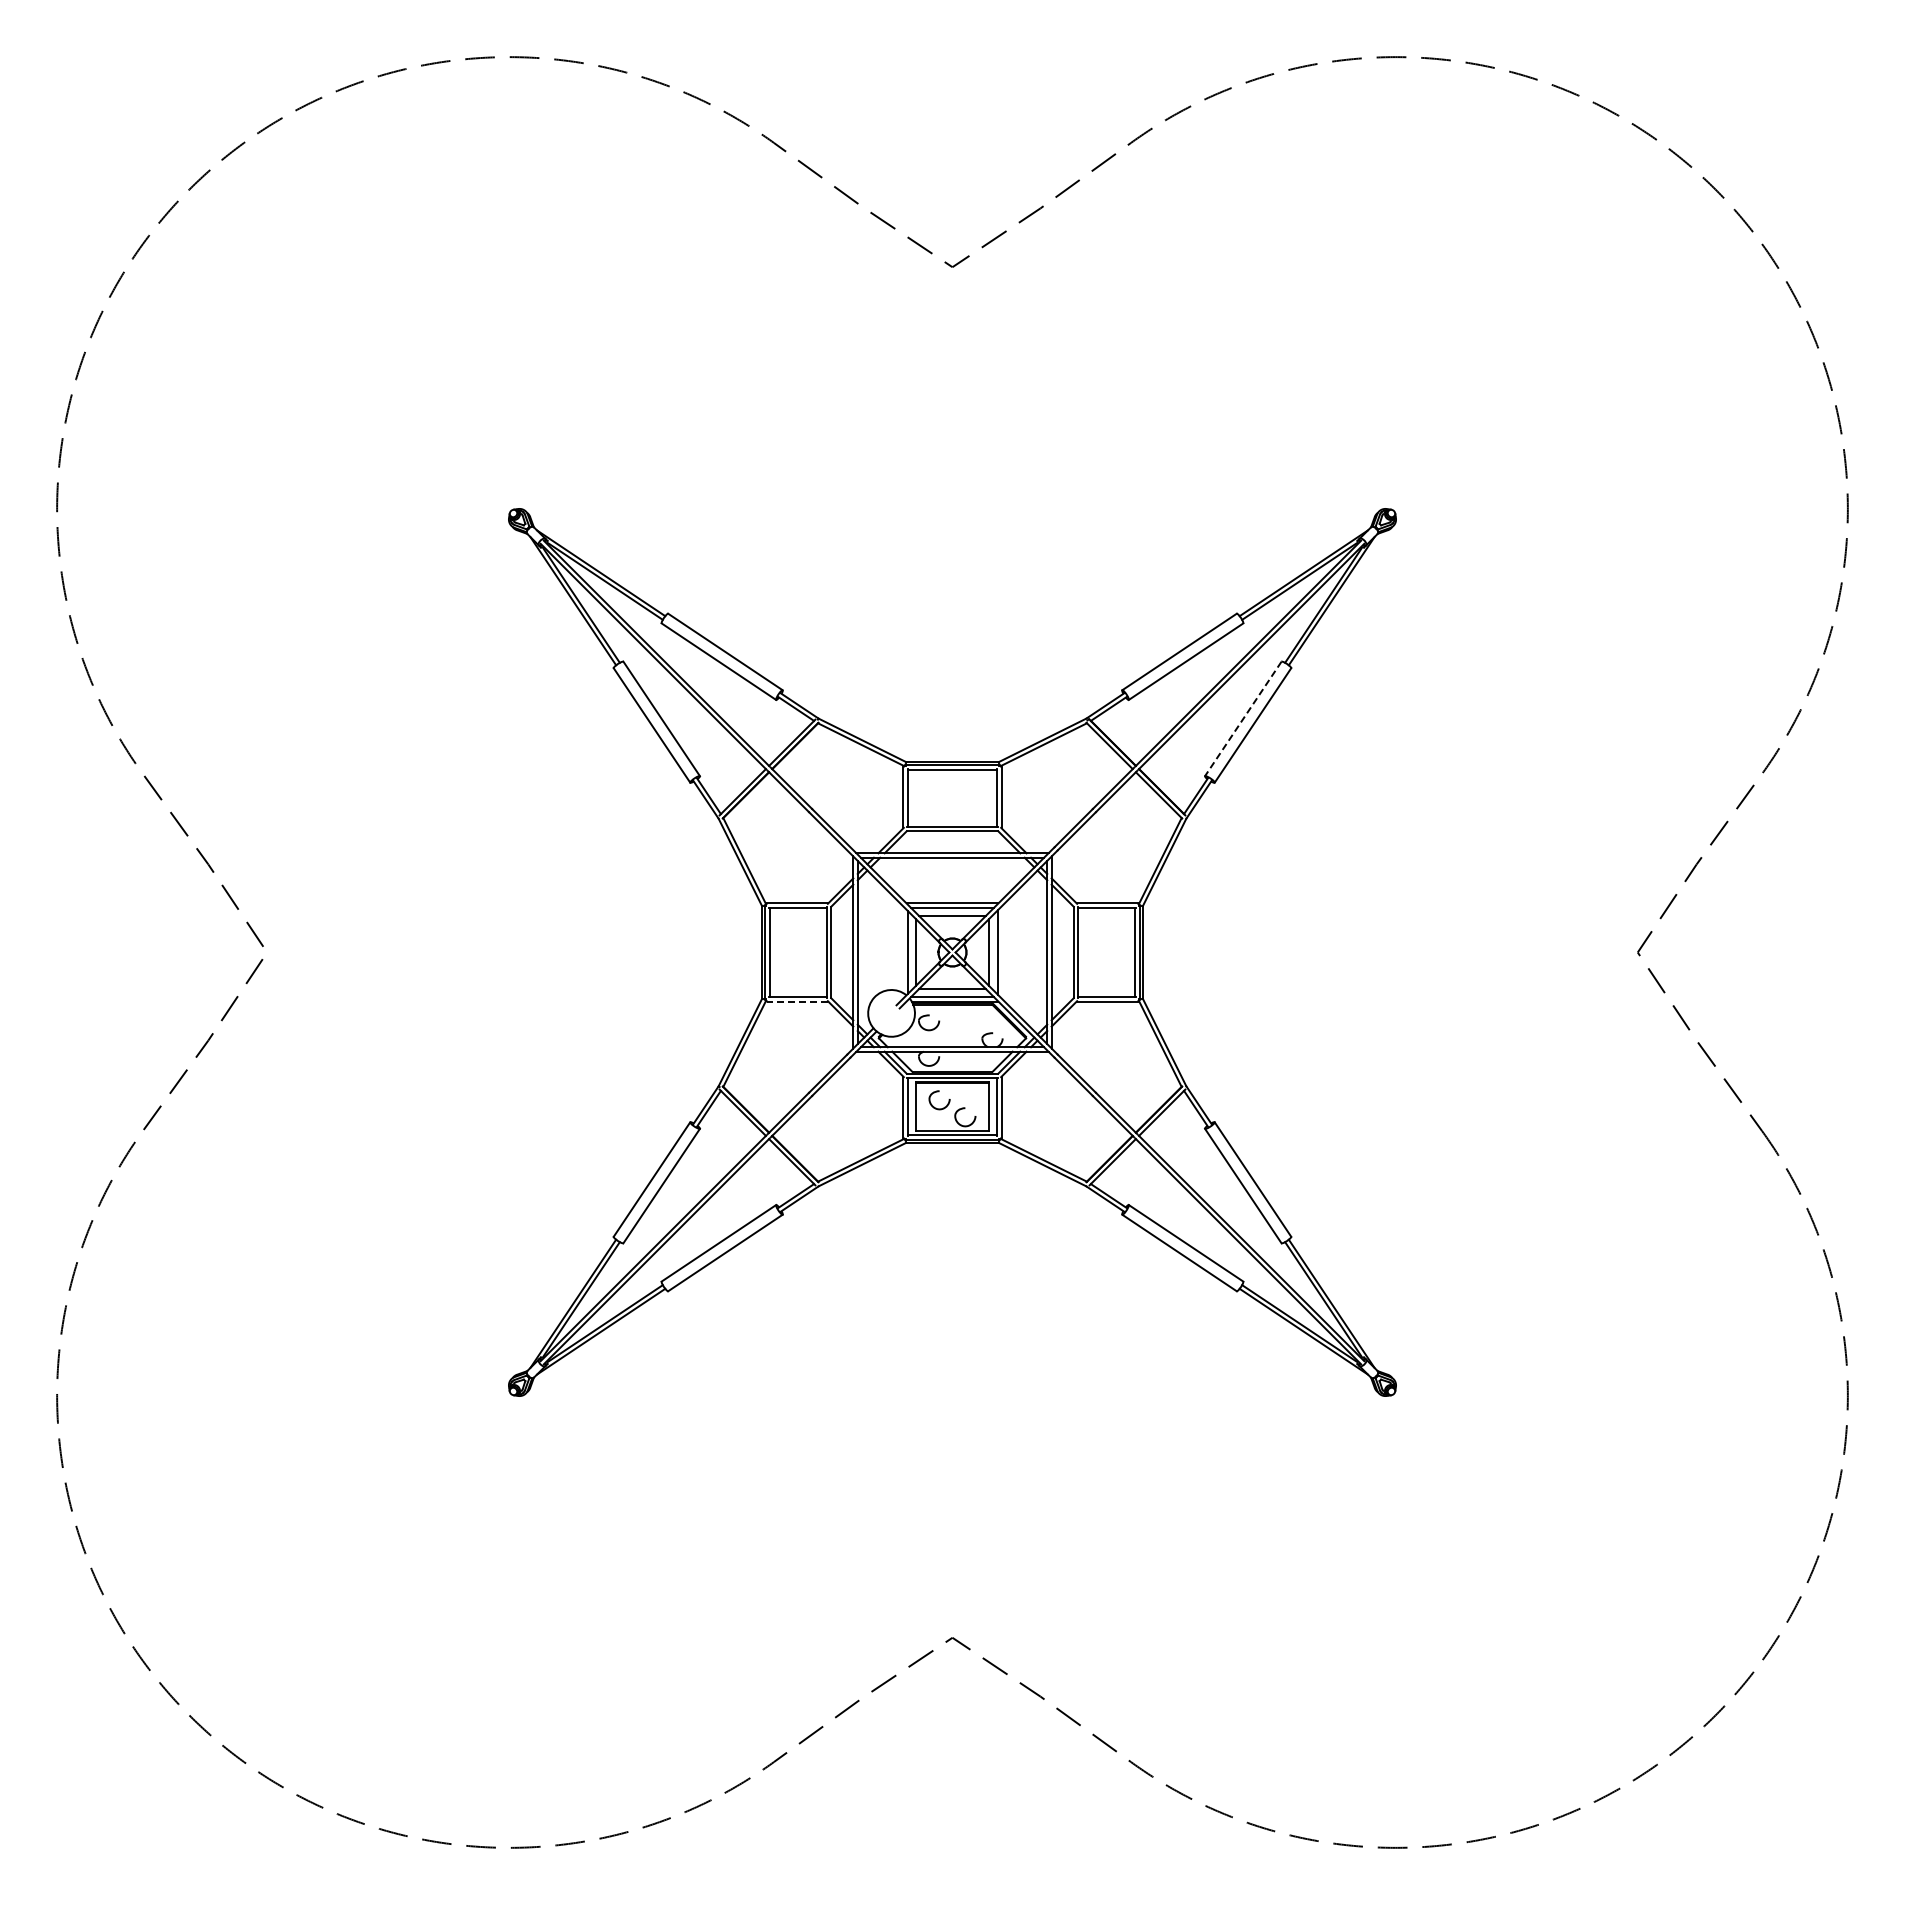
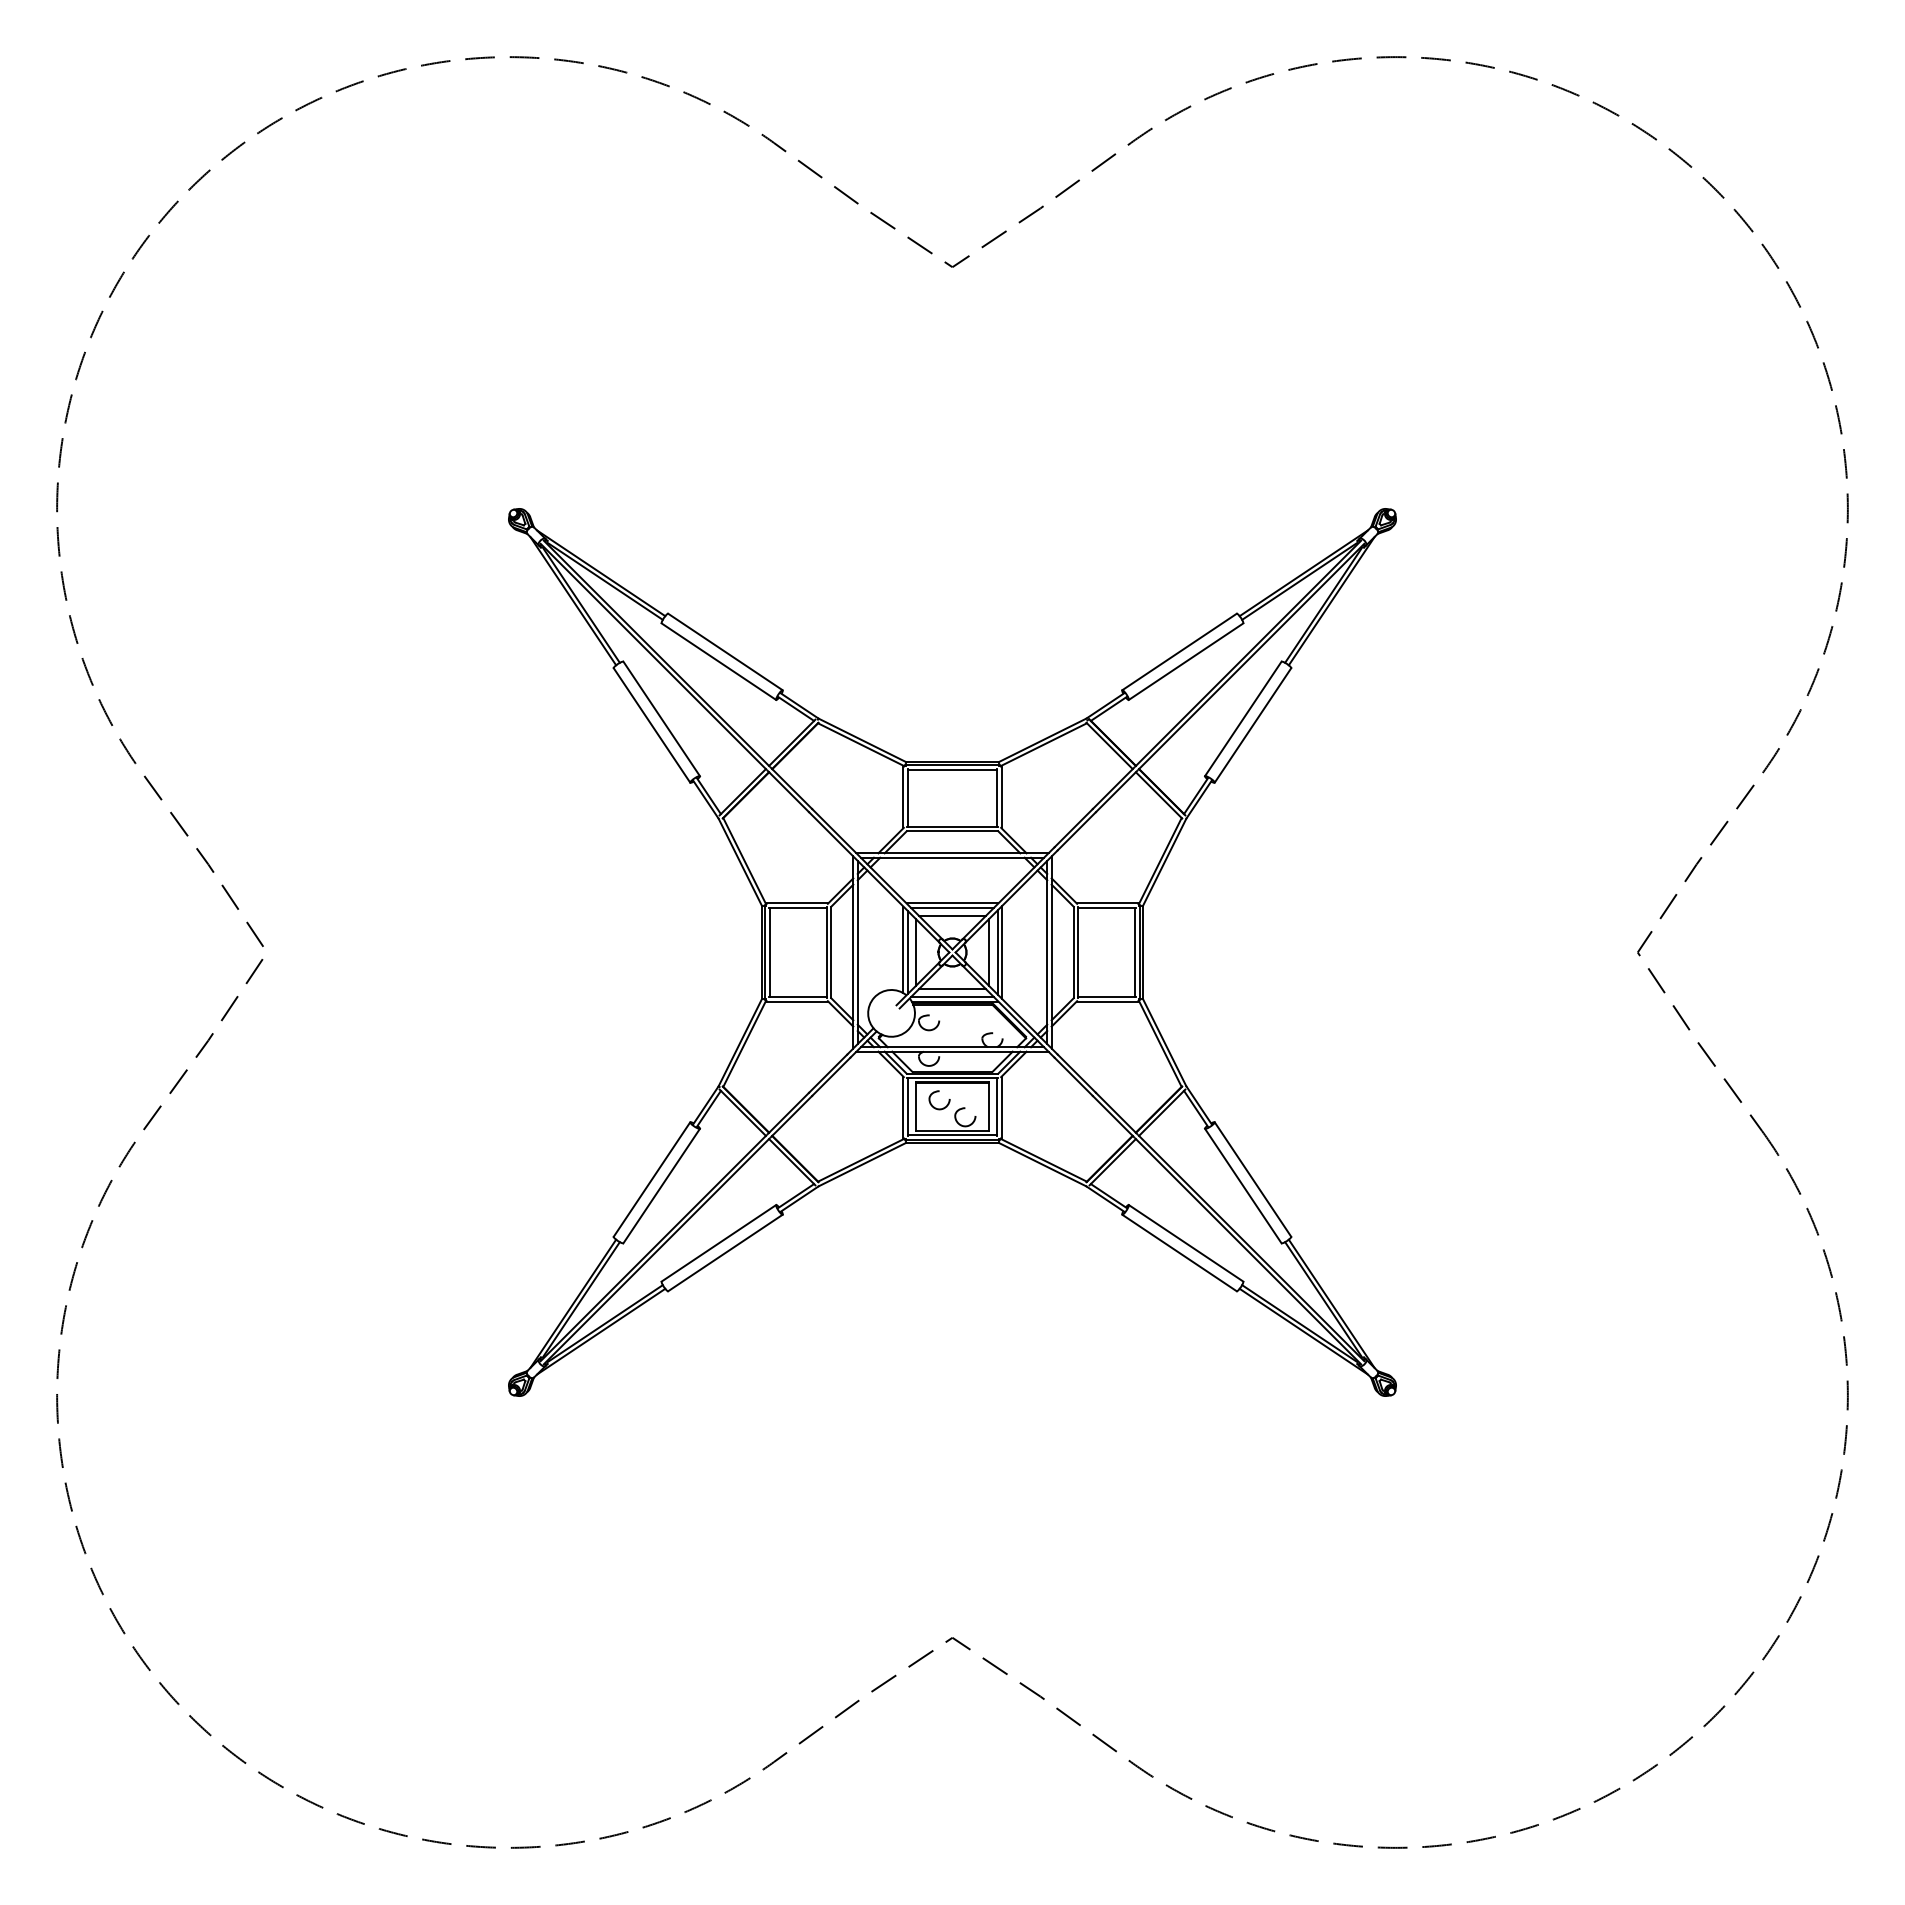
line at (1243, 718): dashed -> solid
line at (903, 949): none -> present
line at (1002, 952): none -> present
line at (797, 1001): dashed -> solid
